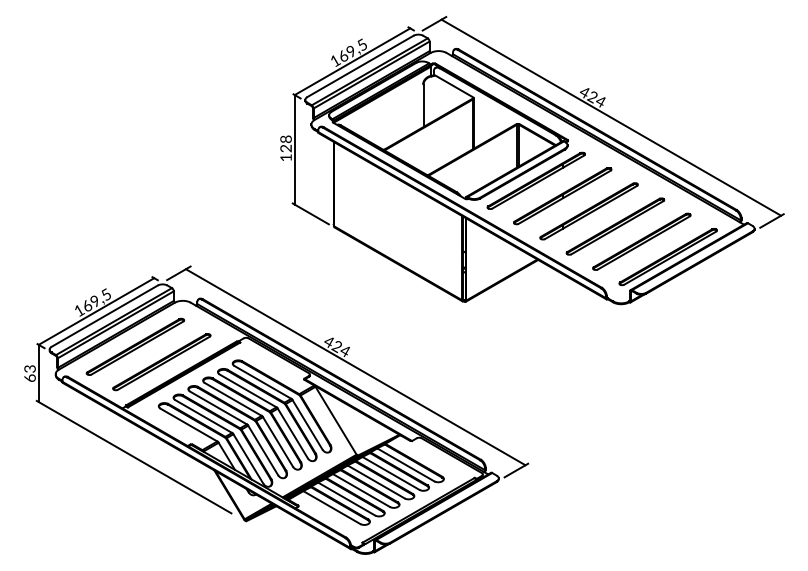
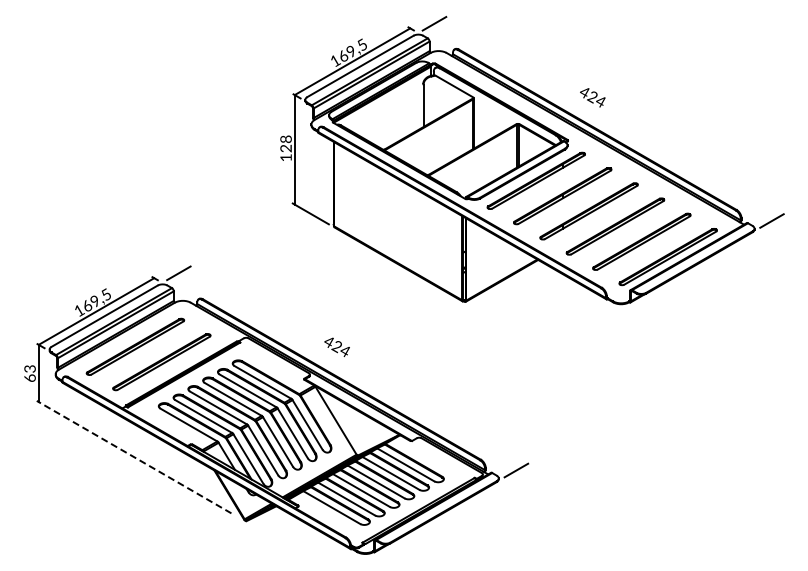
line at (611, 117): present -> none
line at (355, 367): present -> none
line at (133, 456): solid -> dashed
